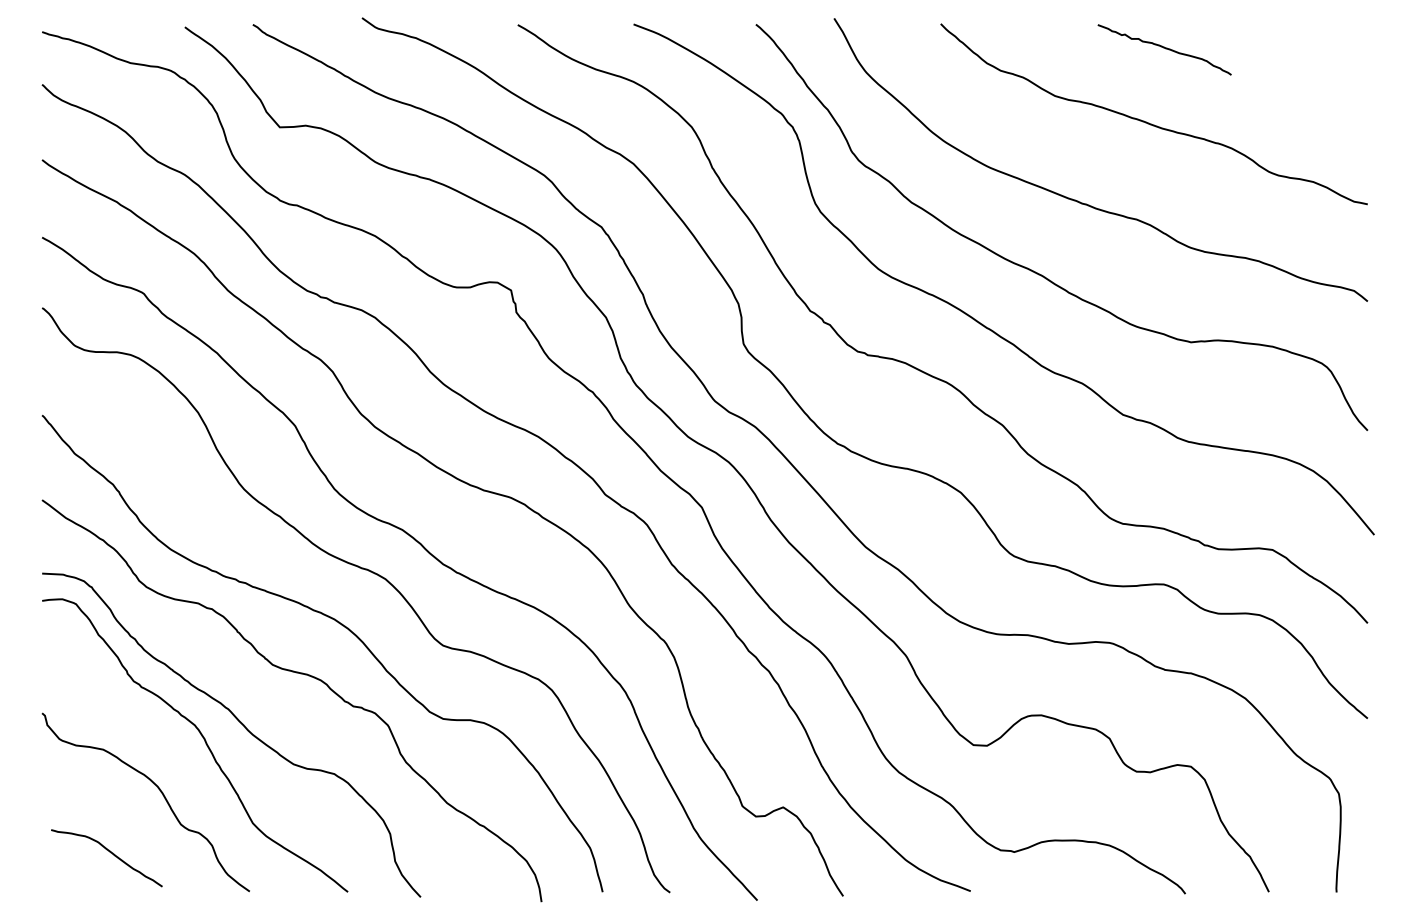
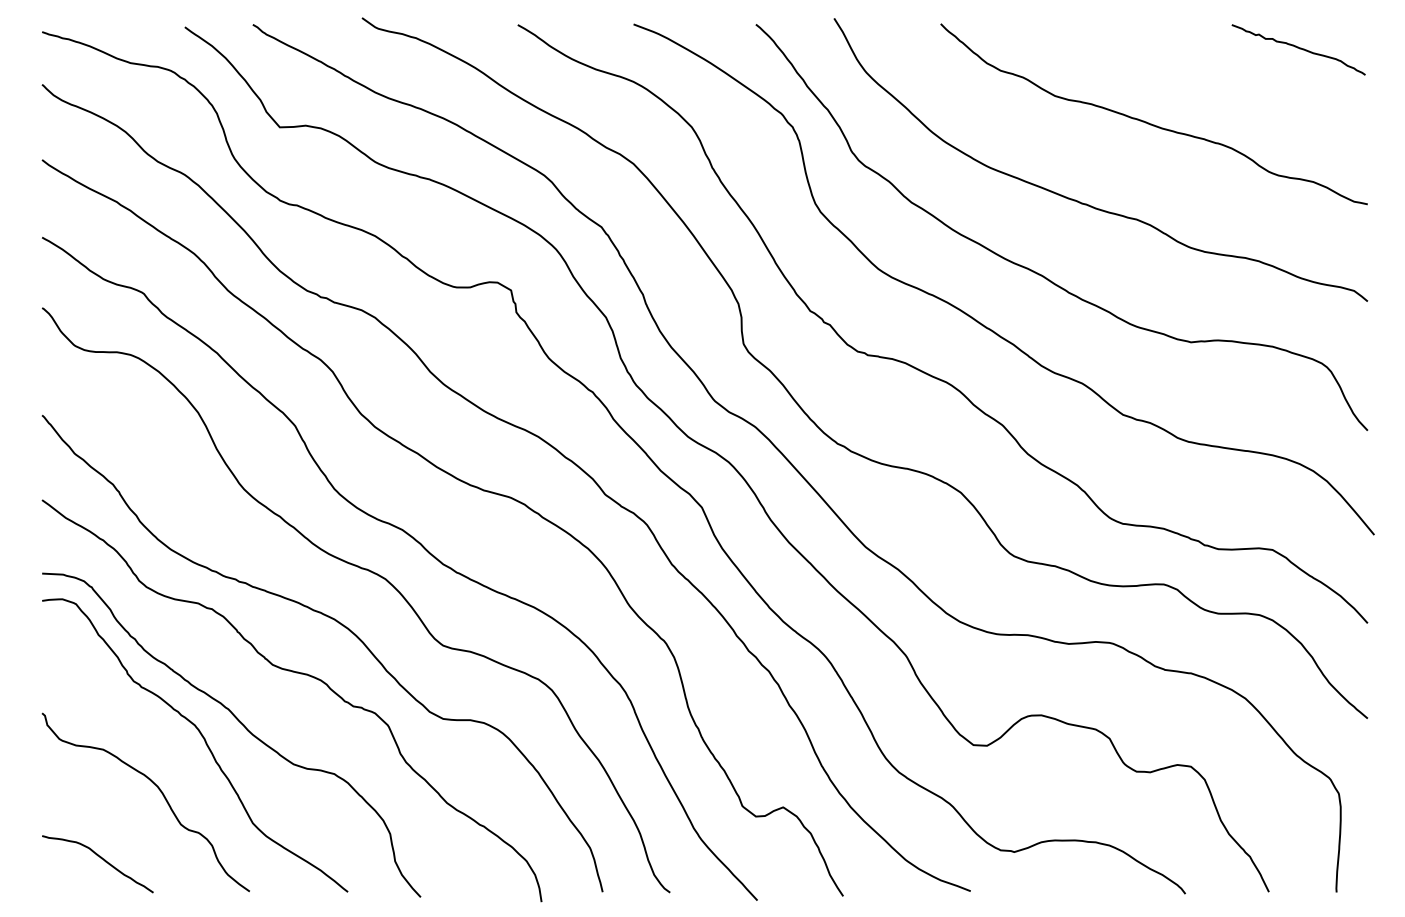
curve at (1164, 48) position: (1164, 48) -> (1298, 48)
curve at (110, 853) position: (110, 853) -> (101, 859)
